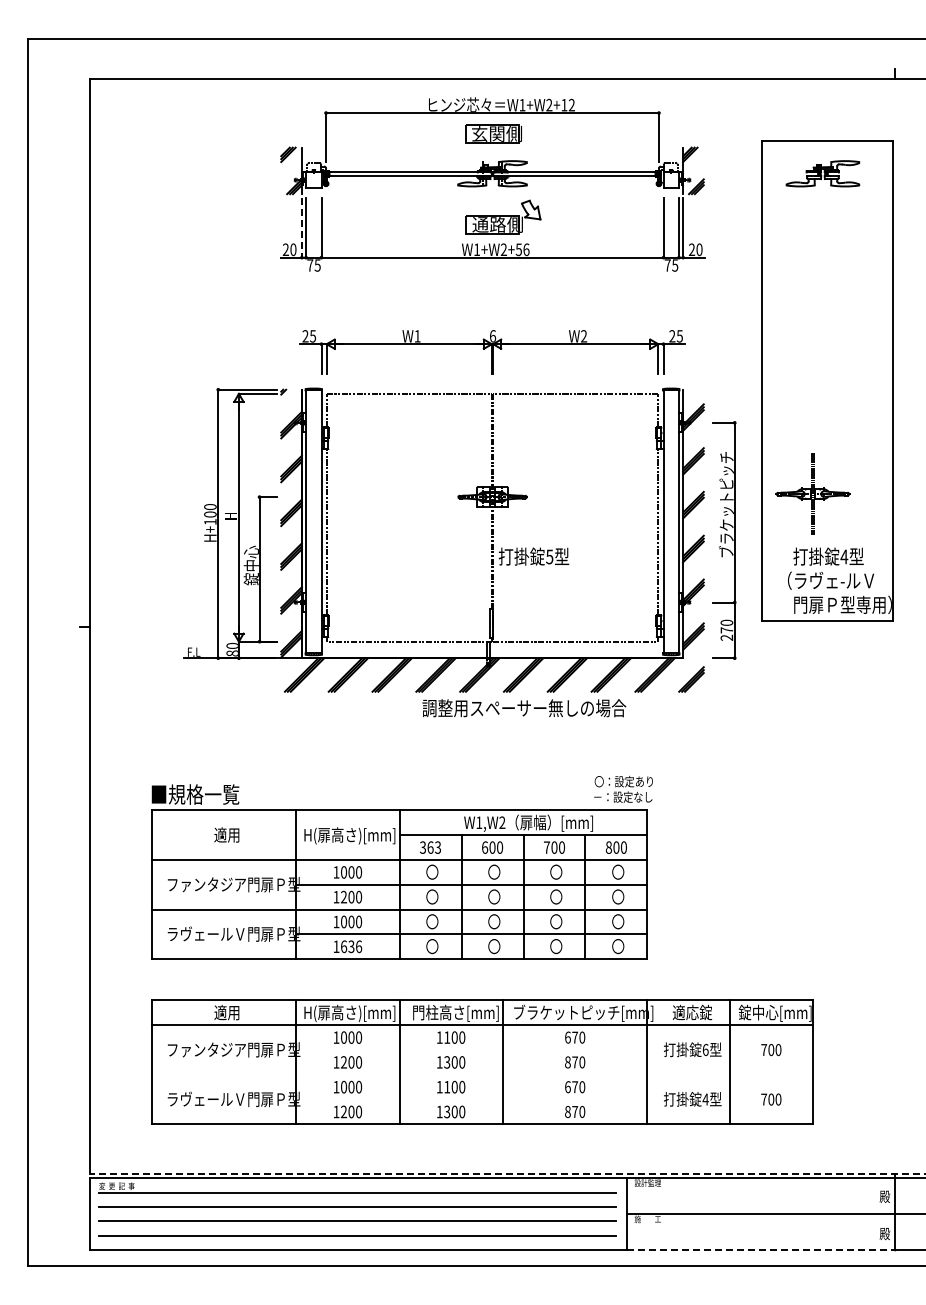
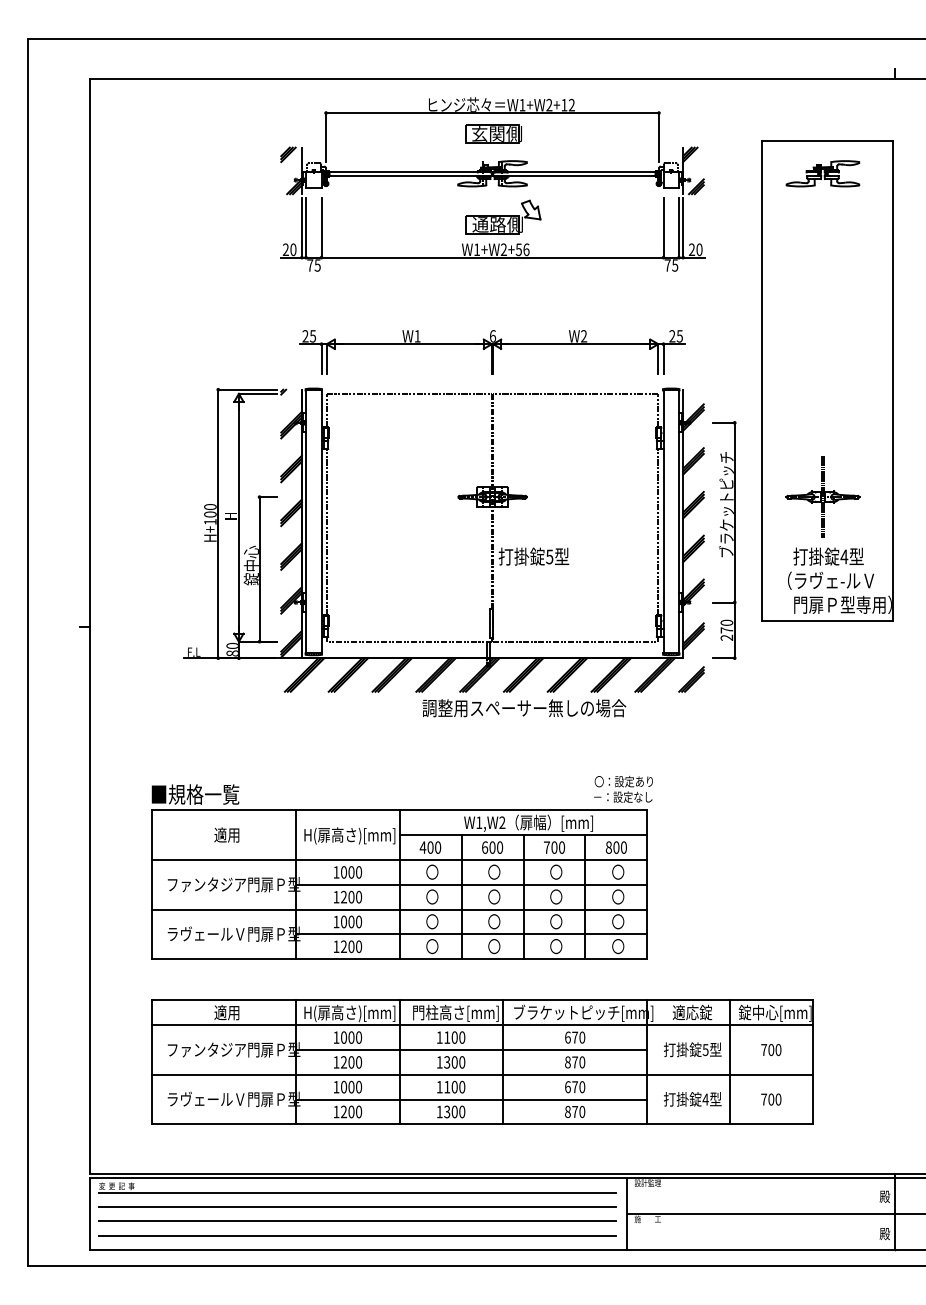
line at (301, 228): dashed -> solid
part at (812, 493) position: (812, 493) -> (822, 496)
text at (430, 847): 363 -> 400
text at (351, 946): 1636 -> 1200
text at (705, 1049): 6 -> 5
line at (471, 1050): none -> present
line at (481, 1074): none -> present
line at (471, 1099): none -> present
line at (507, 1173): dashed -> solid
line at (761, 1250): dashed -> solid
